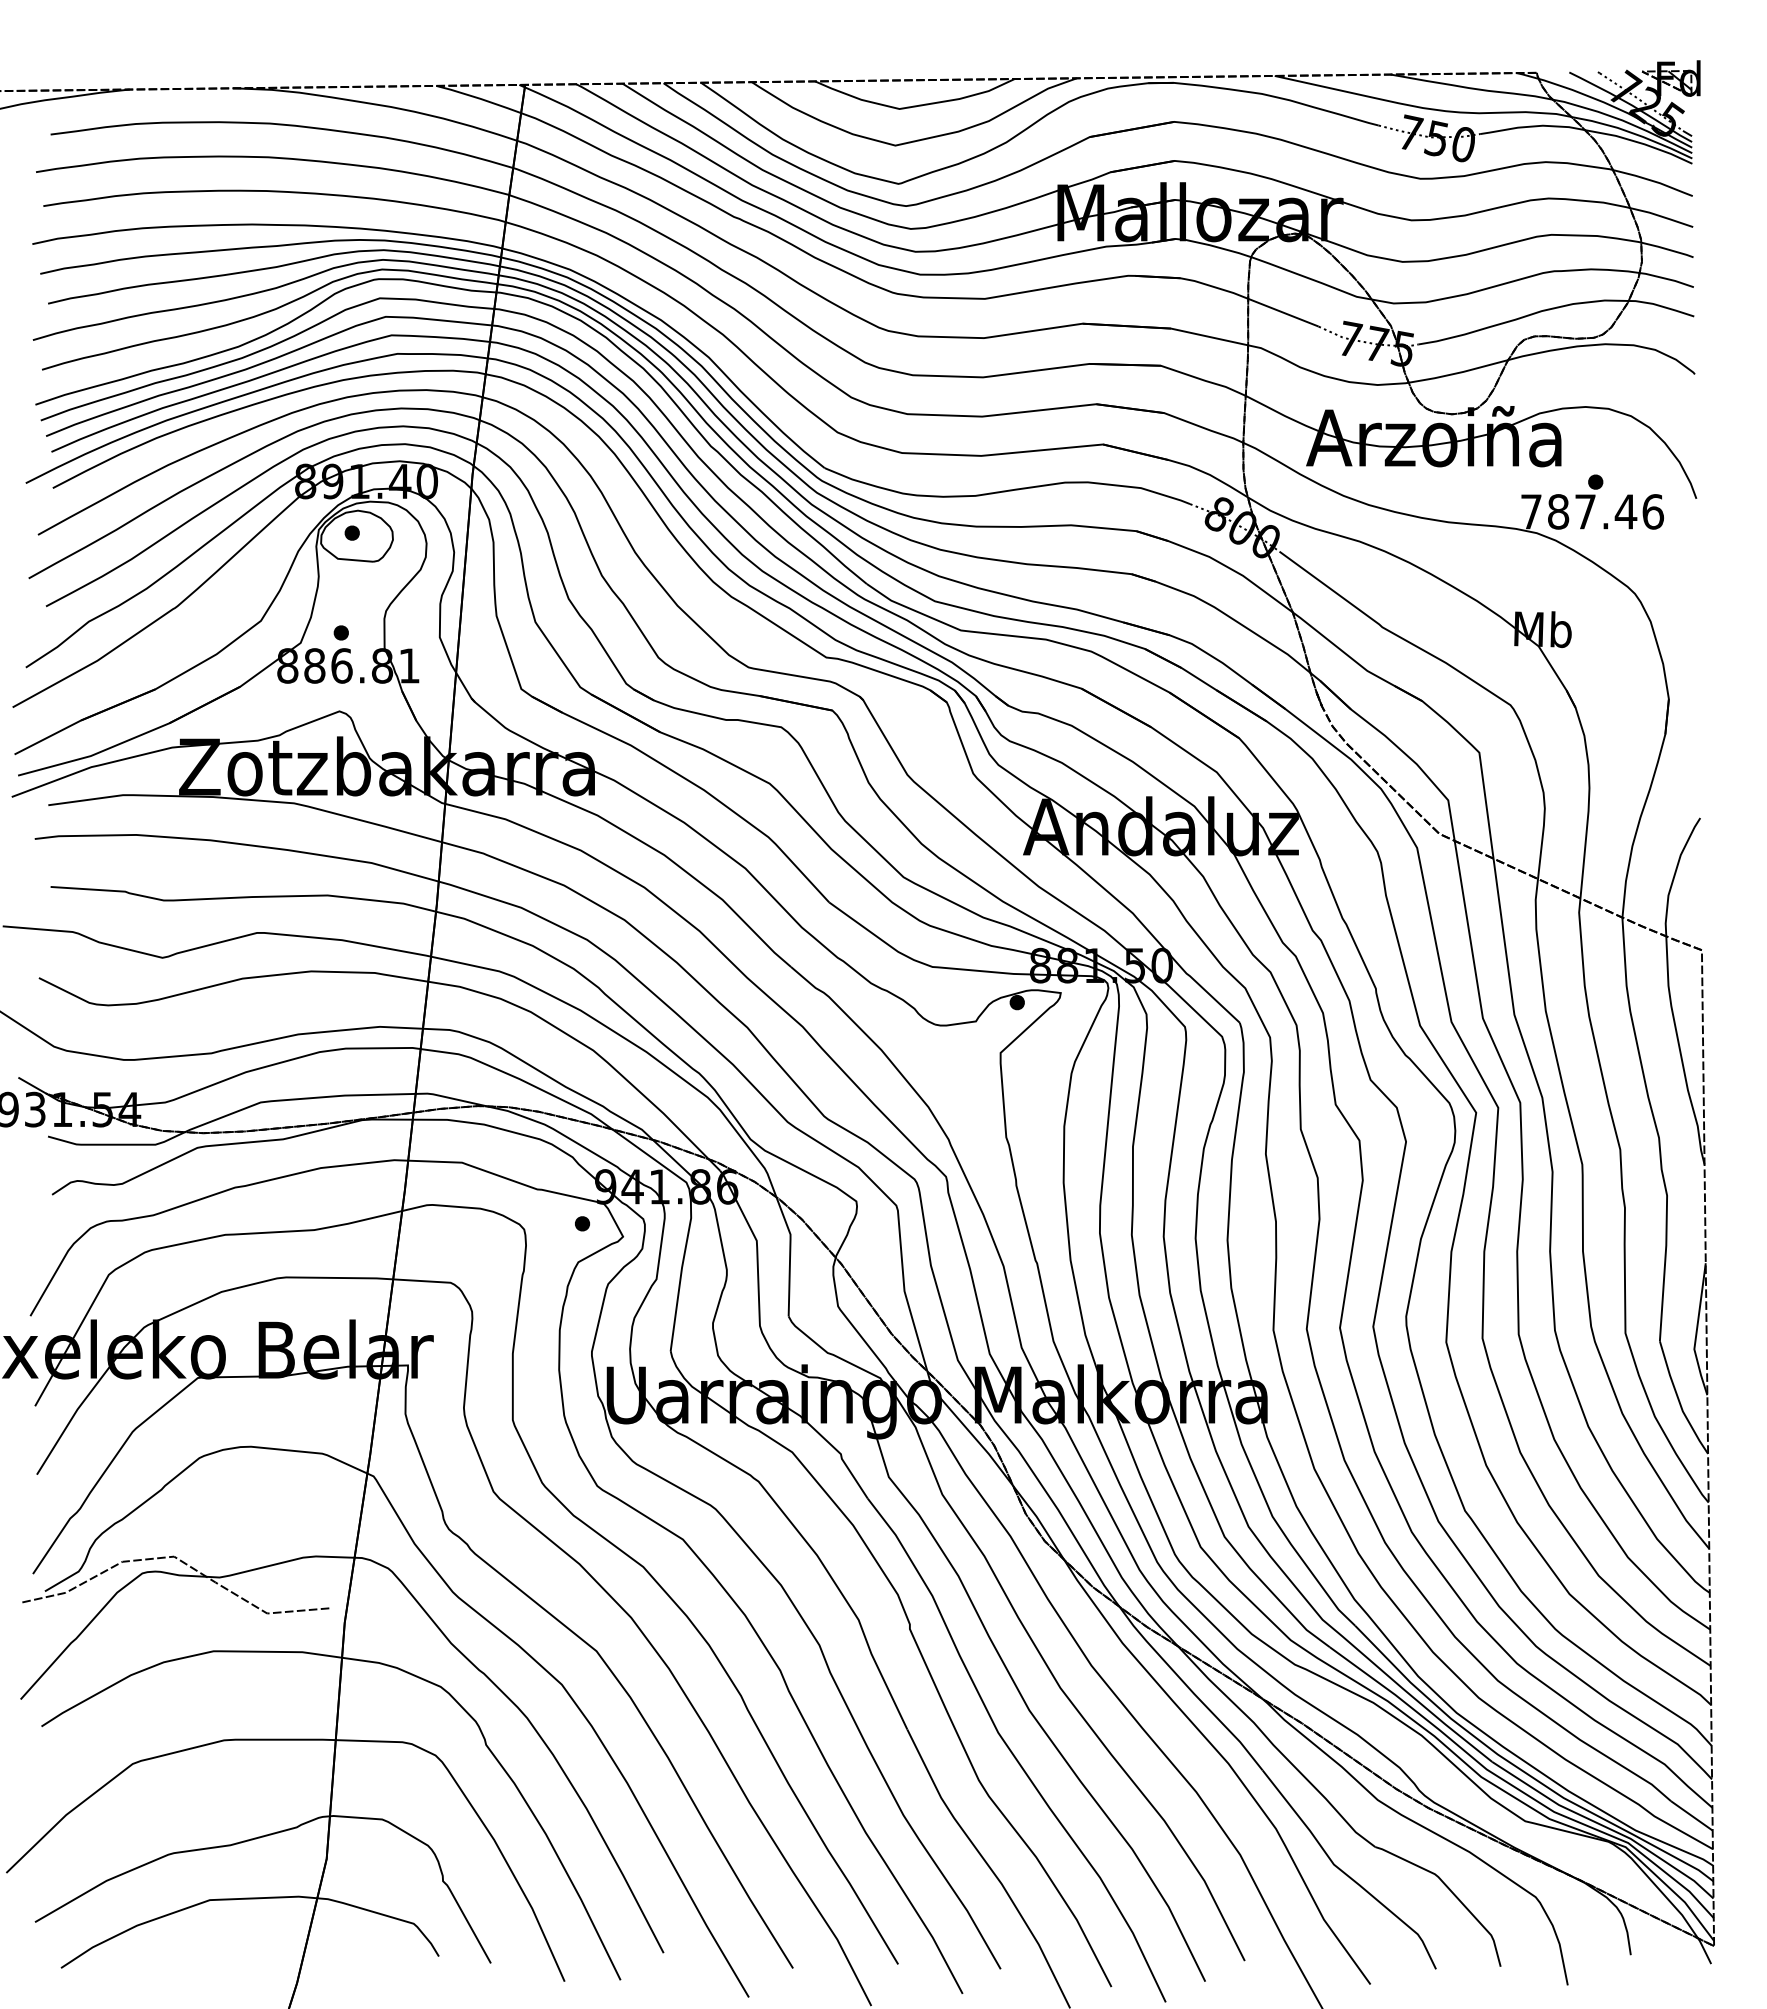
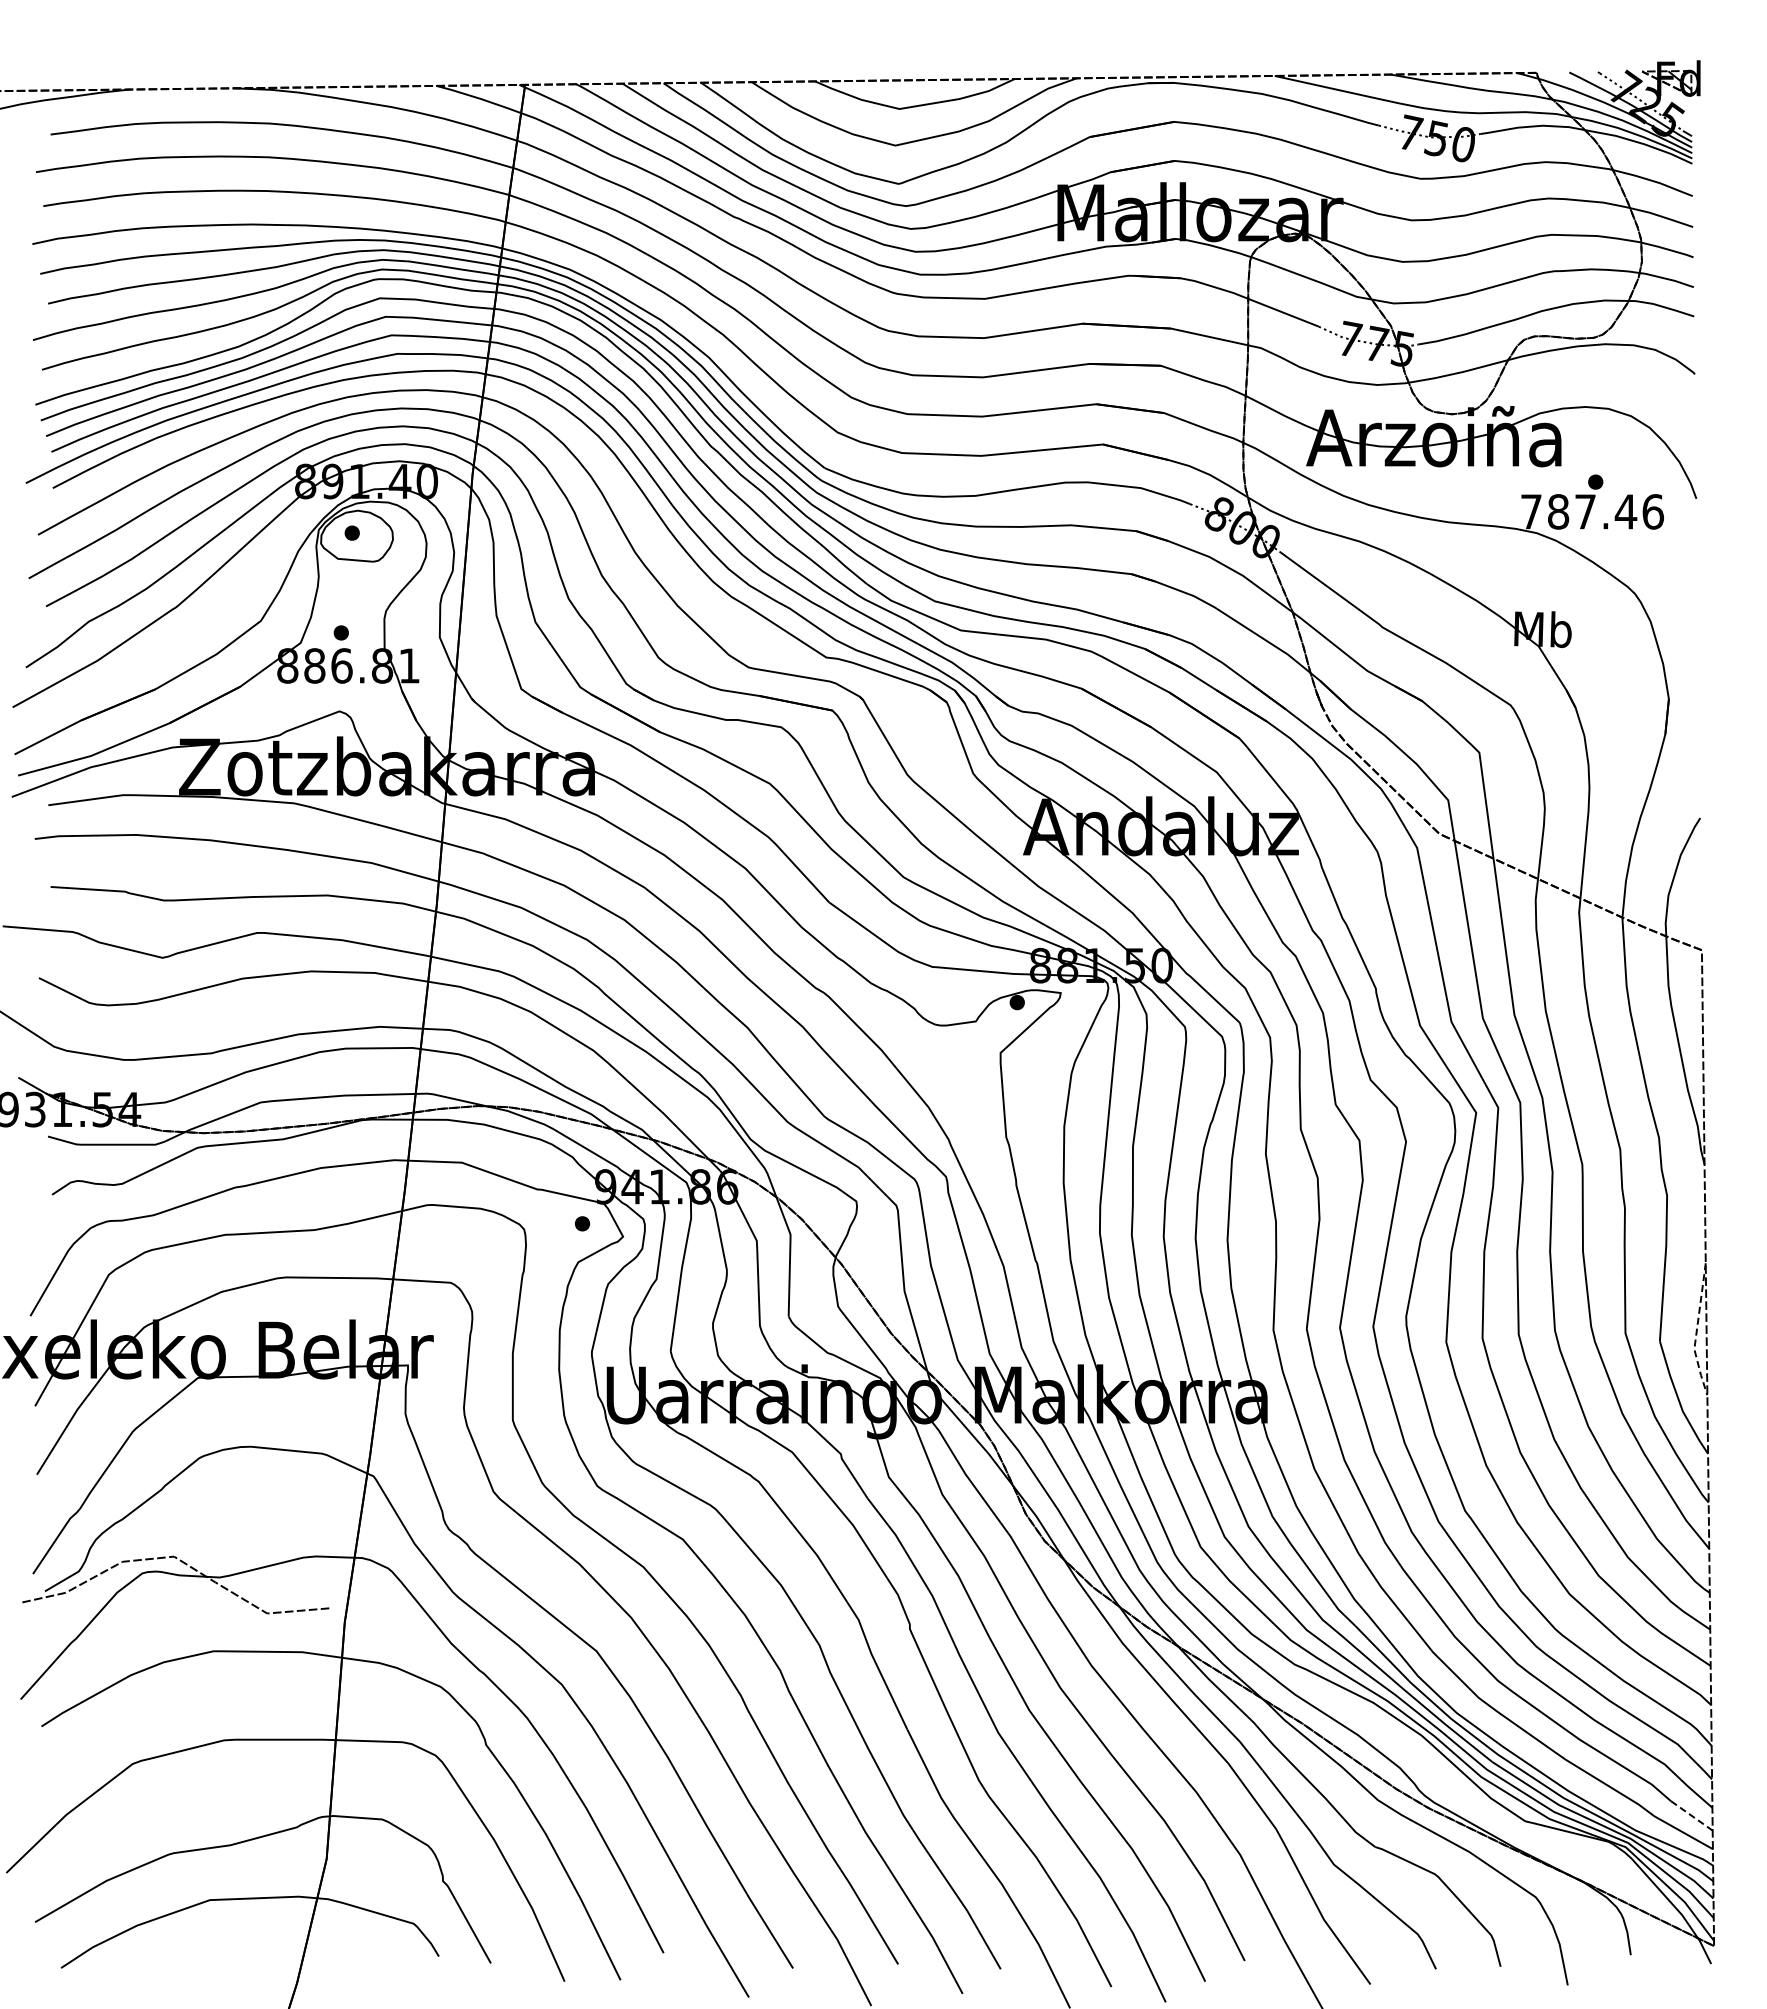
line at (1696, 1331): solid -> dashed
line at (1692, 1816): solid -> dashed
